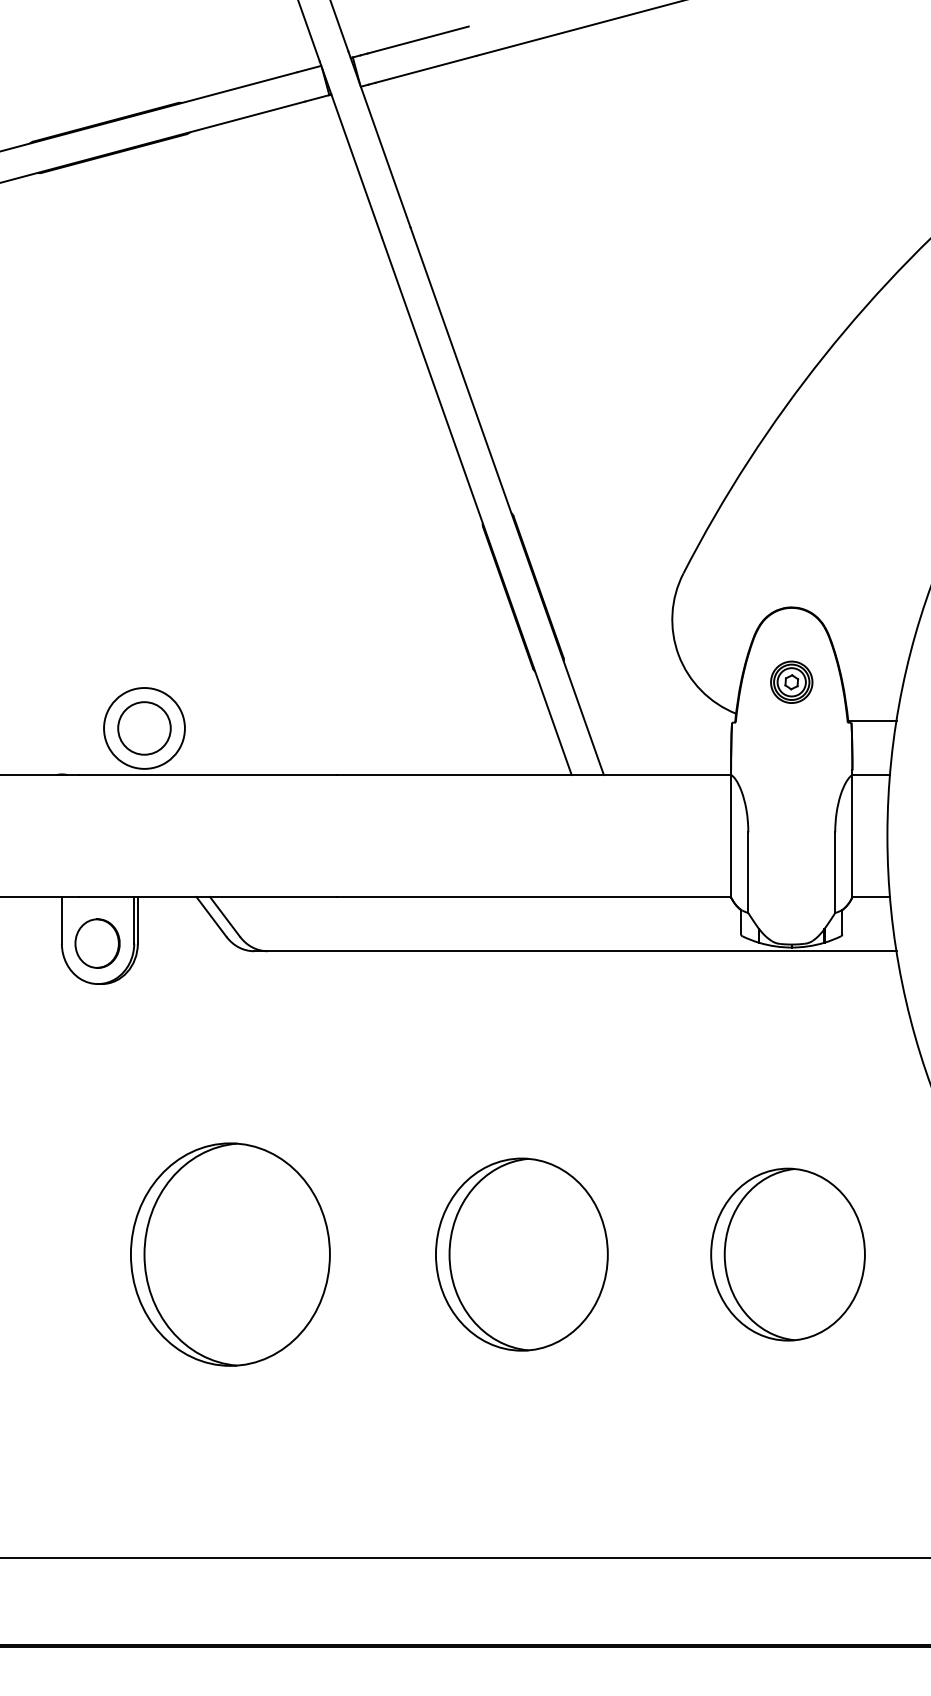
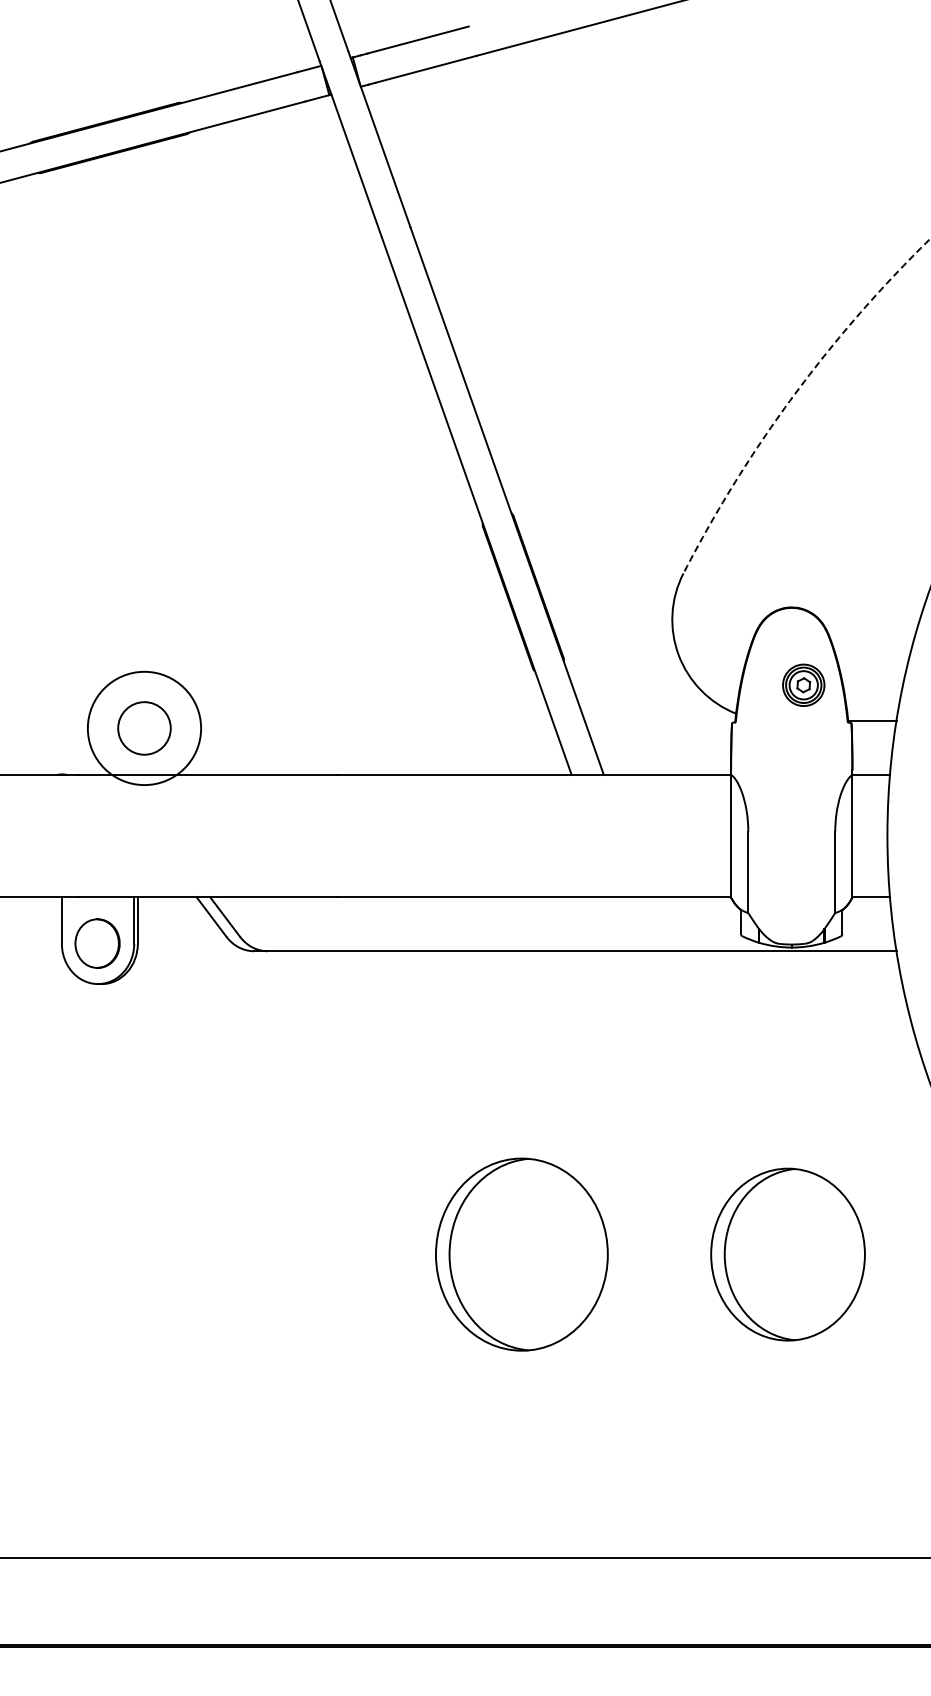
arc at (793, 395): solid -> dashed
part at (791, 681) position: (791, 681) -> (803, 684)
circle at (144, 728) diameter: 81 px -> 113 px
part at (230, 1254): present -> none
